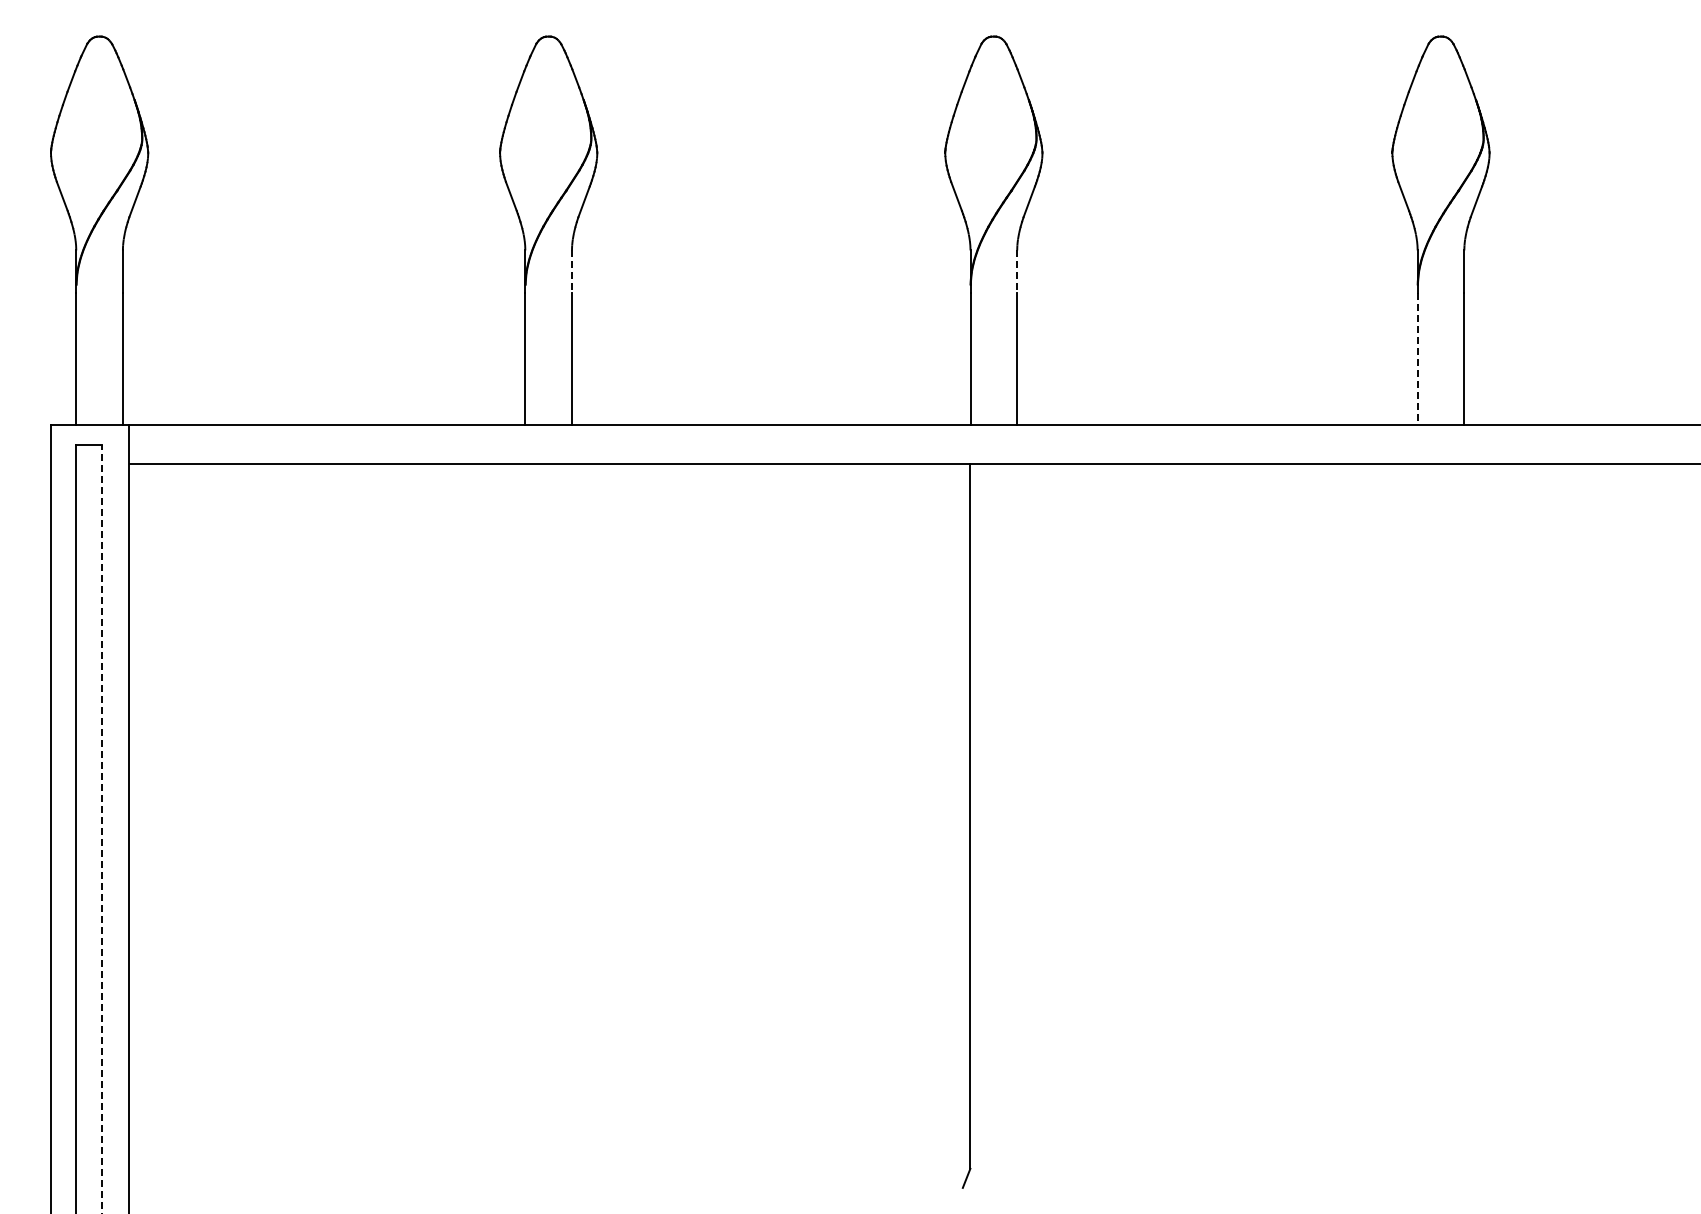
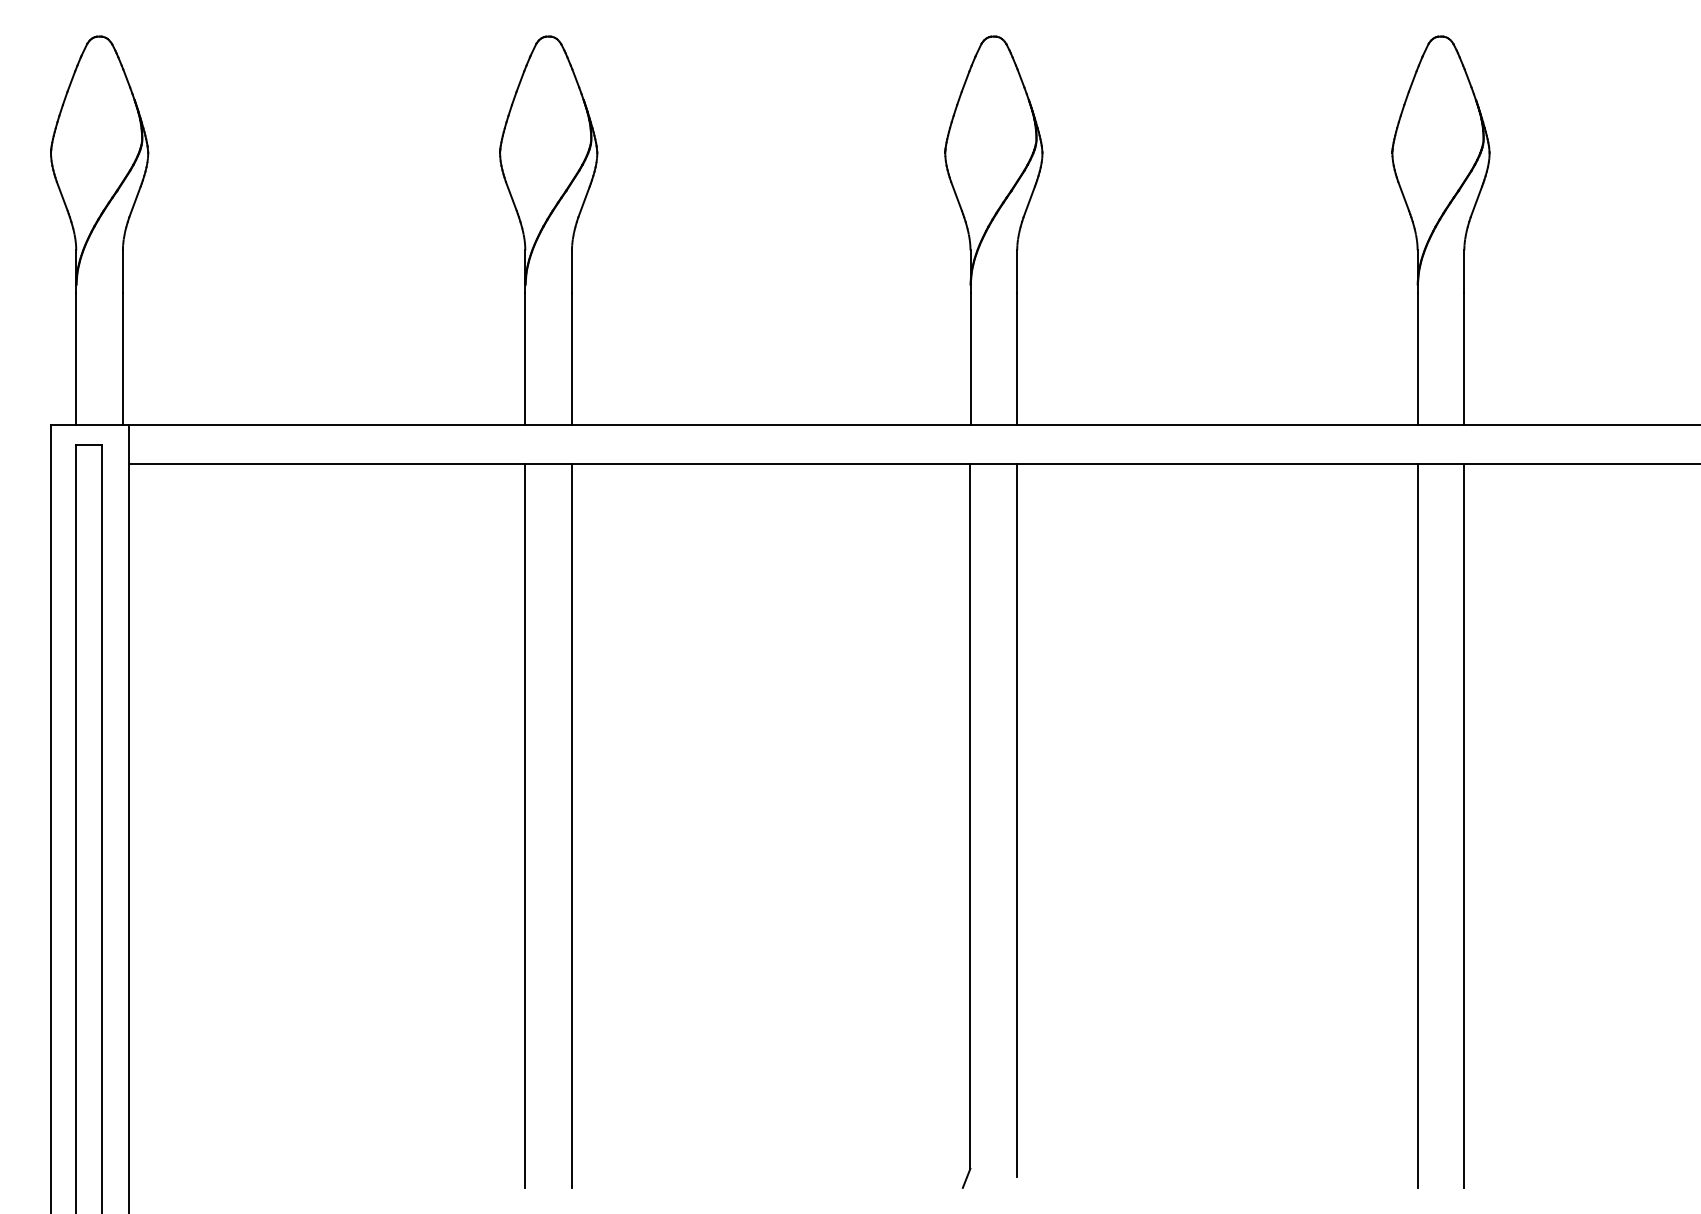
line at (572, 272): dashed -> solid
line at (1017, 272): dashed -> solid
line at (1417, 359): dashed -> solid
line at (1017, 820): none -> present
line at (525, 826): none -> present
line at (572, 826): none -> present
line at (1417, 826): none -> present
line at (1464, 826): none -> present
line at (102, 829): dashed -> solid
